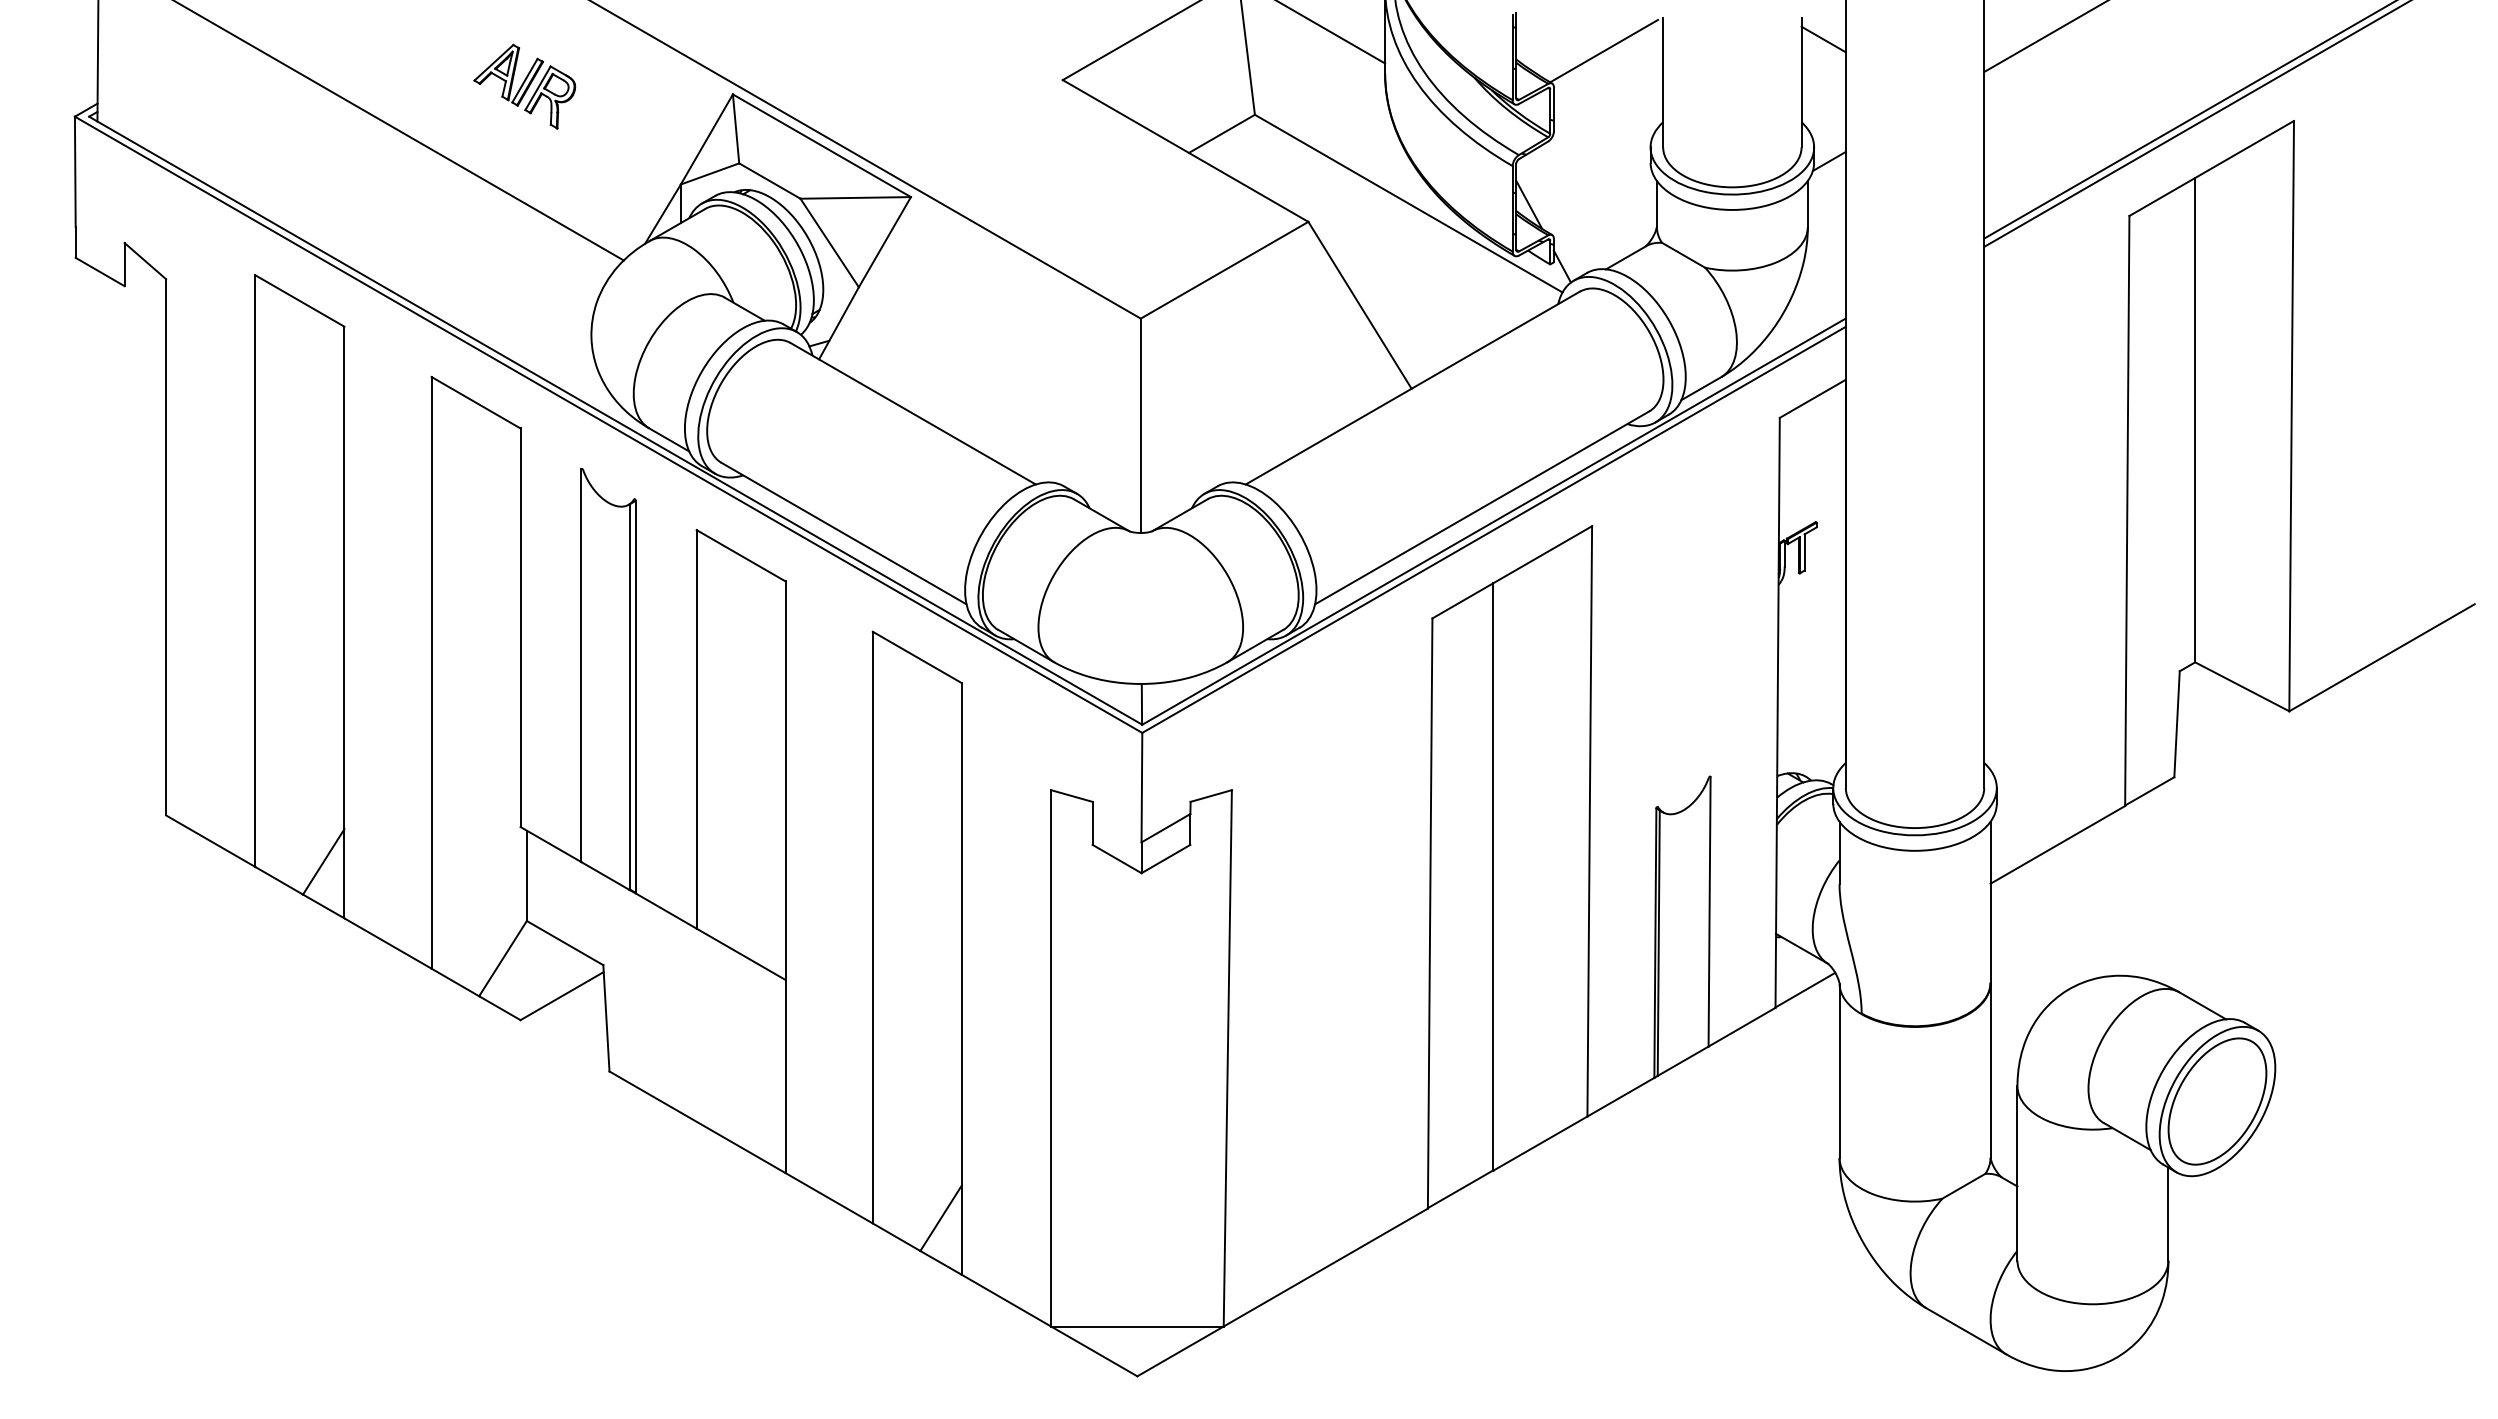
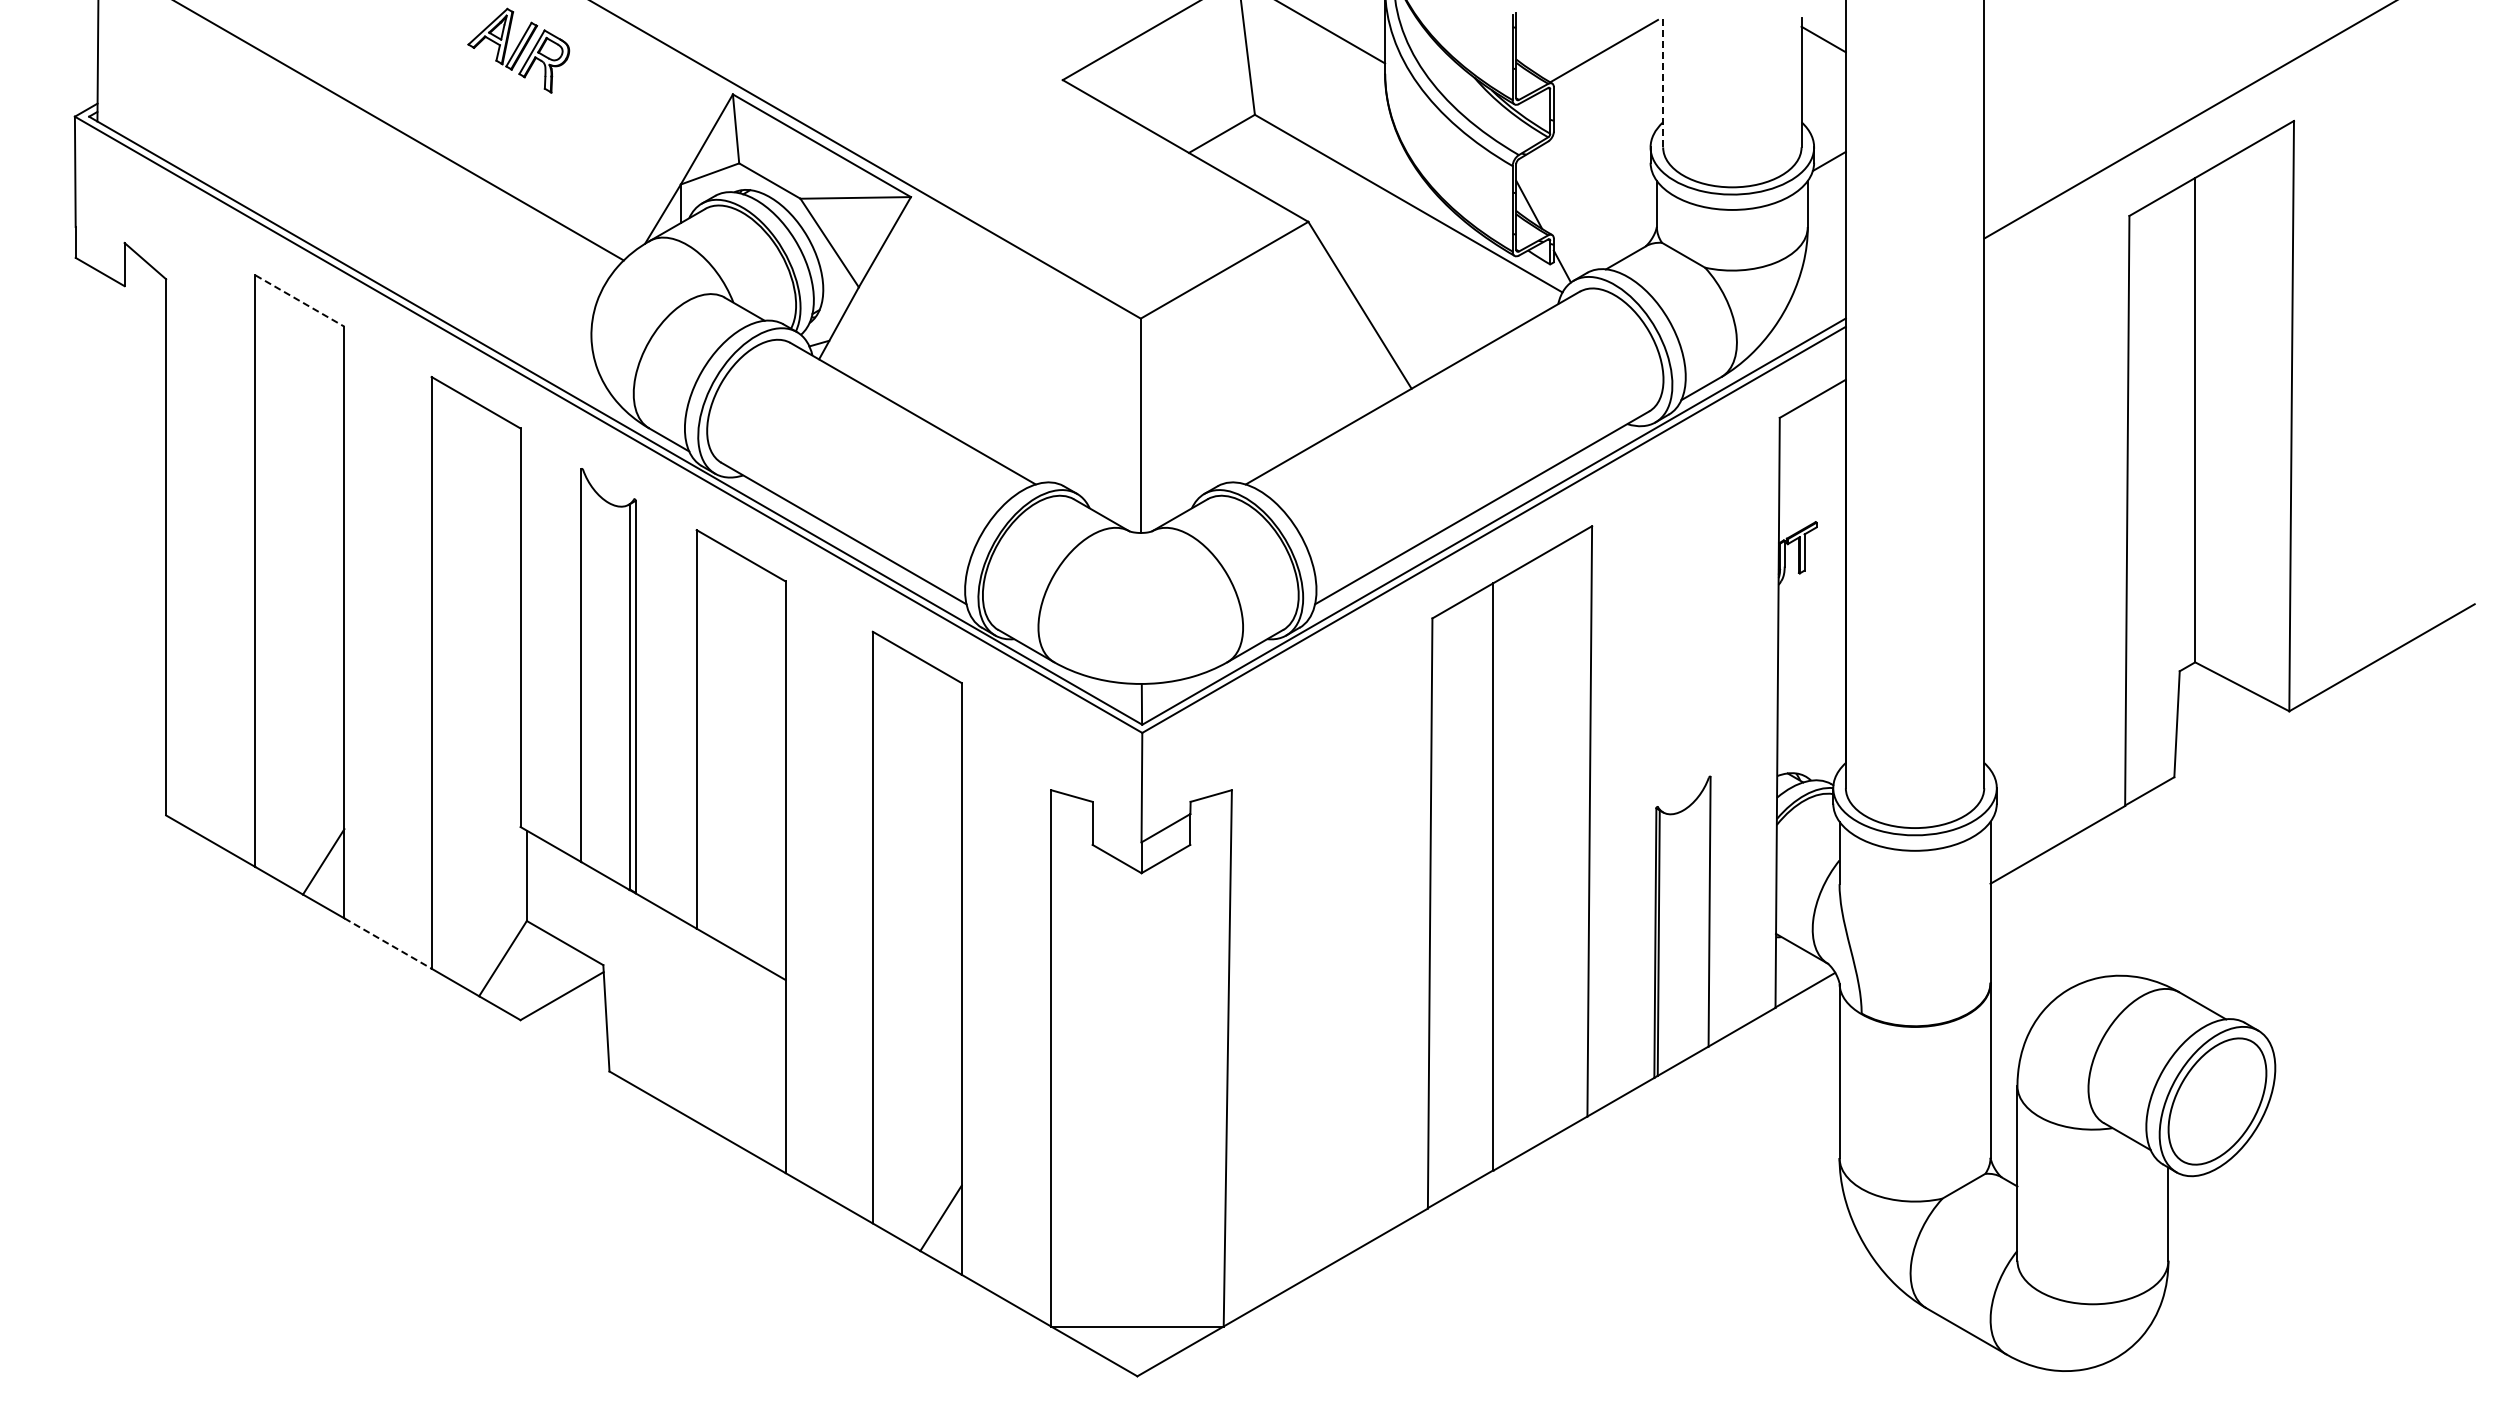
line at (2044, 37): present -> none
line at (1663, 82): solid -> dashed
part at (524, 86) position: (524, 86) -> (518, 50)
line at (2195, 124): present -> none
line at (300, 301): solid -> dashed
line at (388, 943): solid -> dashed
